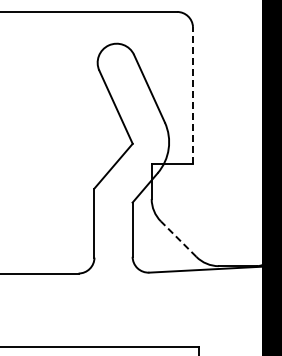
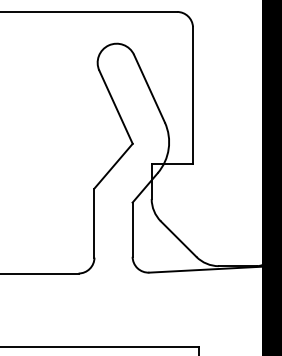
line at (193, 95): dashed -> solid
line at (178, 238): dashed -> solid
